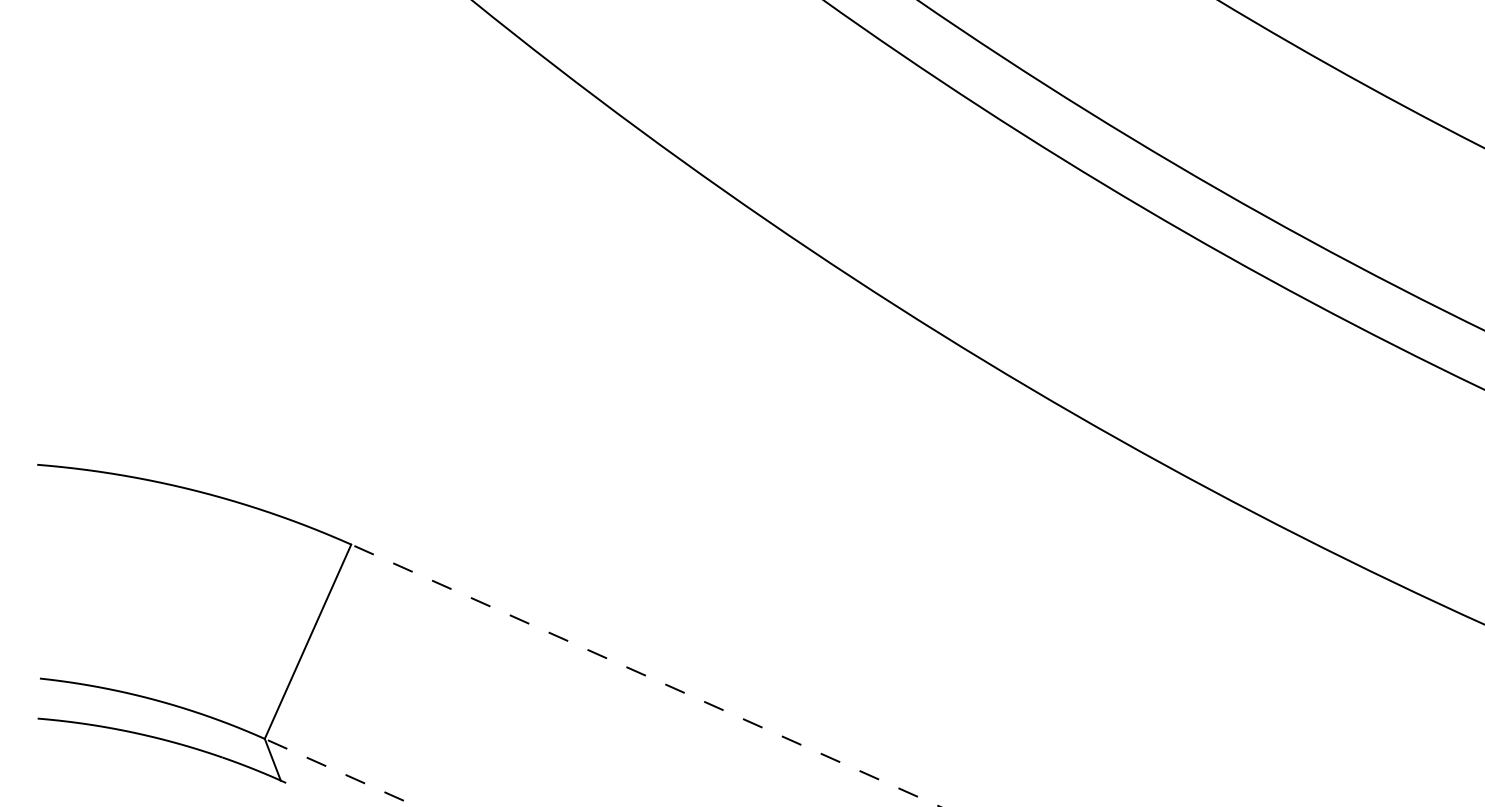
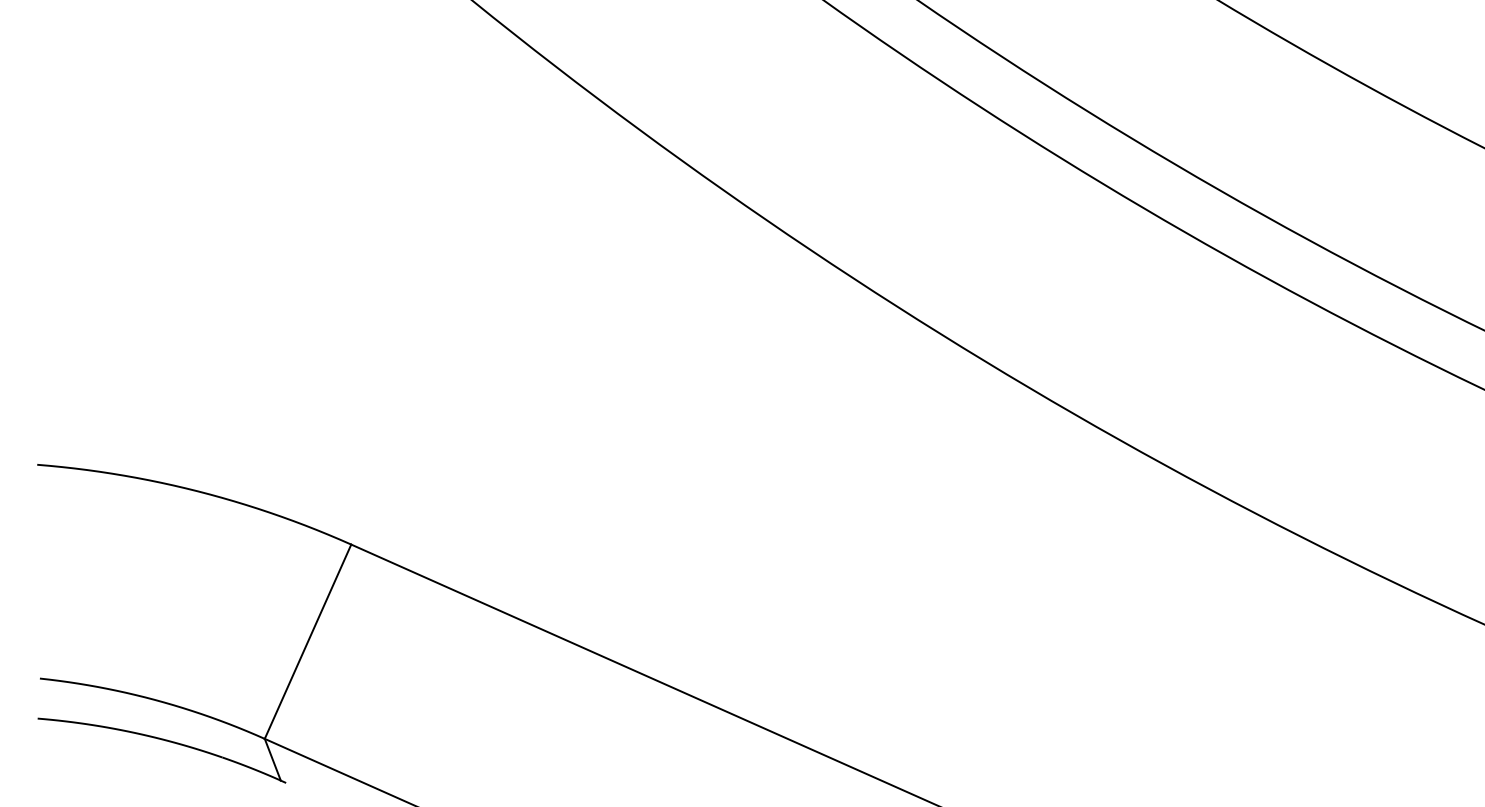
line at (645, 675): dashed -> solid
line at (340, 772): dashed -> solid
